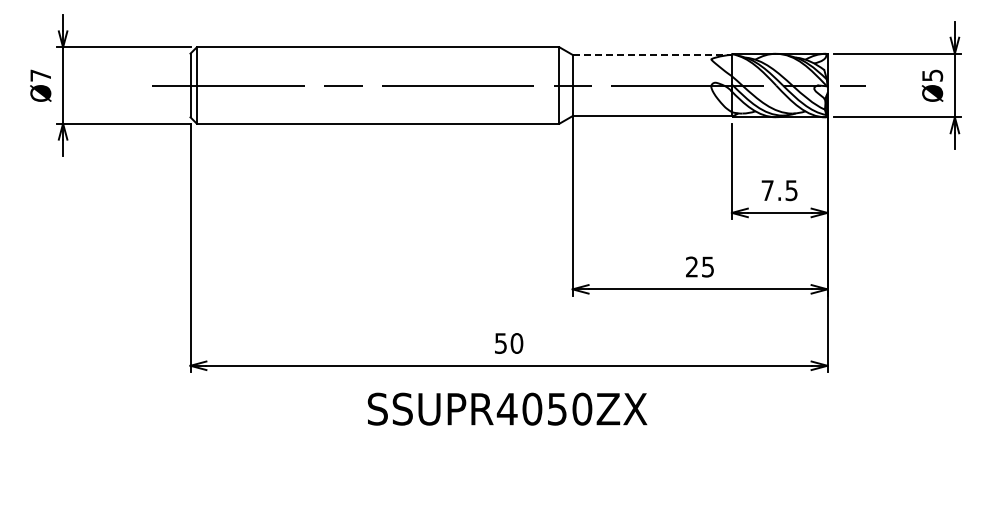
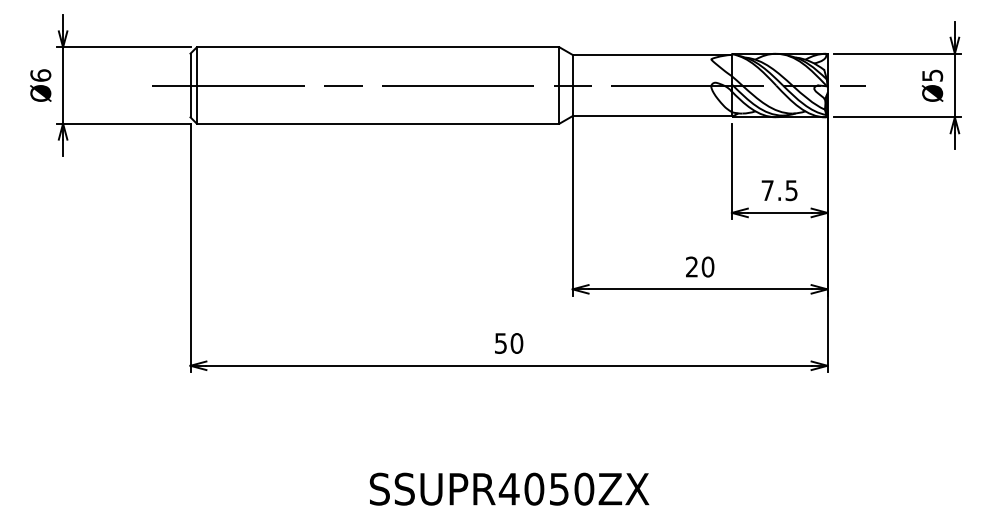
line at (652, 54): dashed -> solid
text at (40, 75): Ø7 -> Ø6
text at (707, 266): 25 -> 20
text at (507, 408) position: (507, 408) -> (509, 488)
